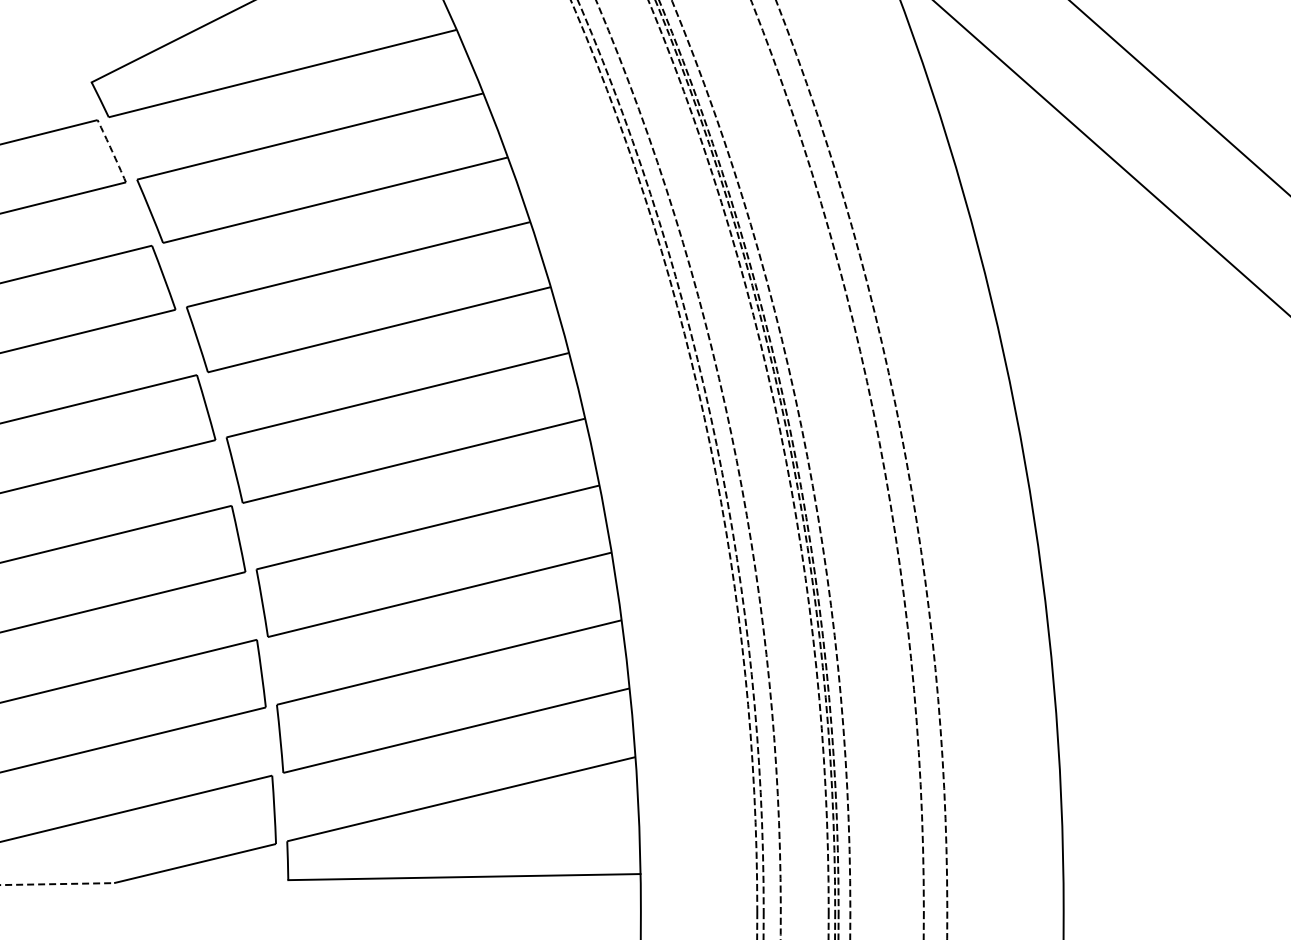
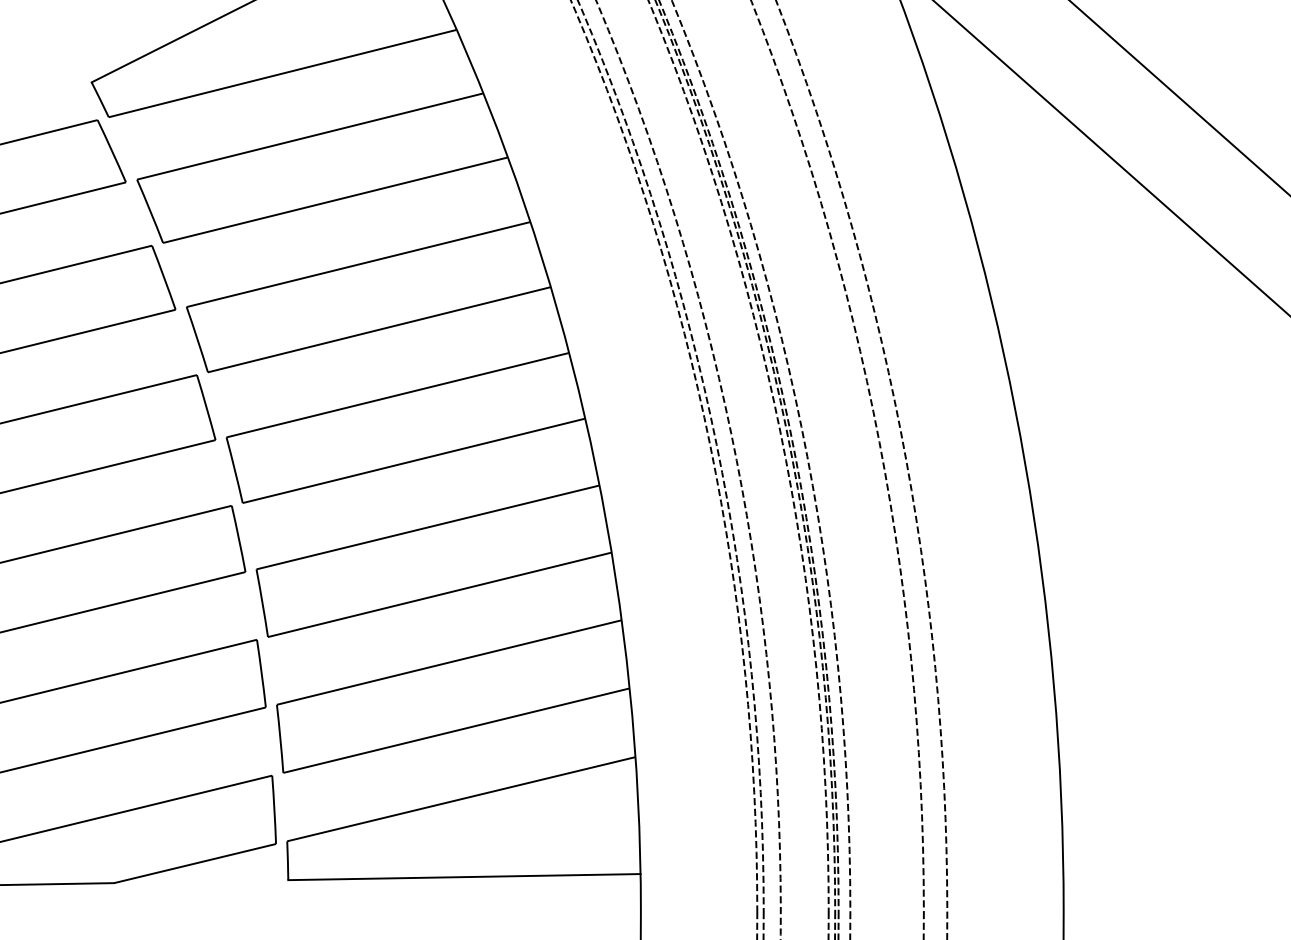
arc at (112, 151): dashed -> solid
line at (57, 884): dashed -> solid
